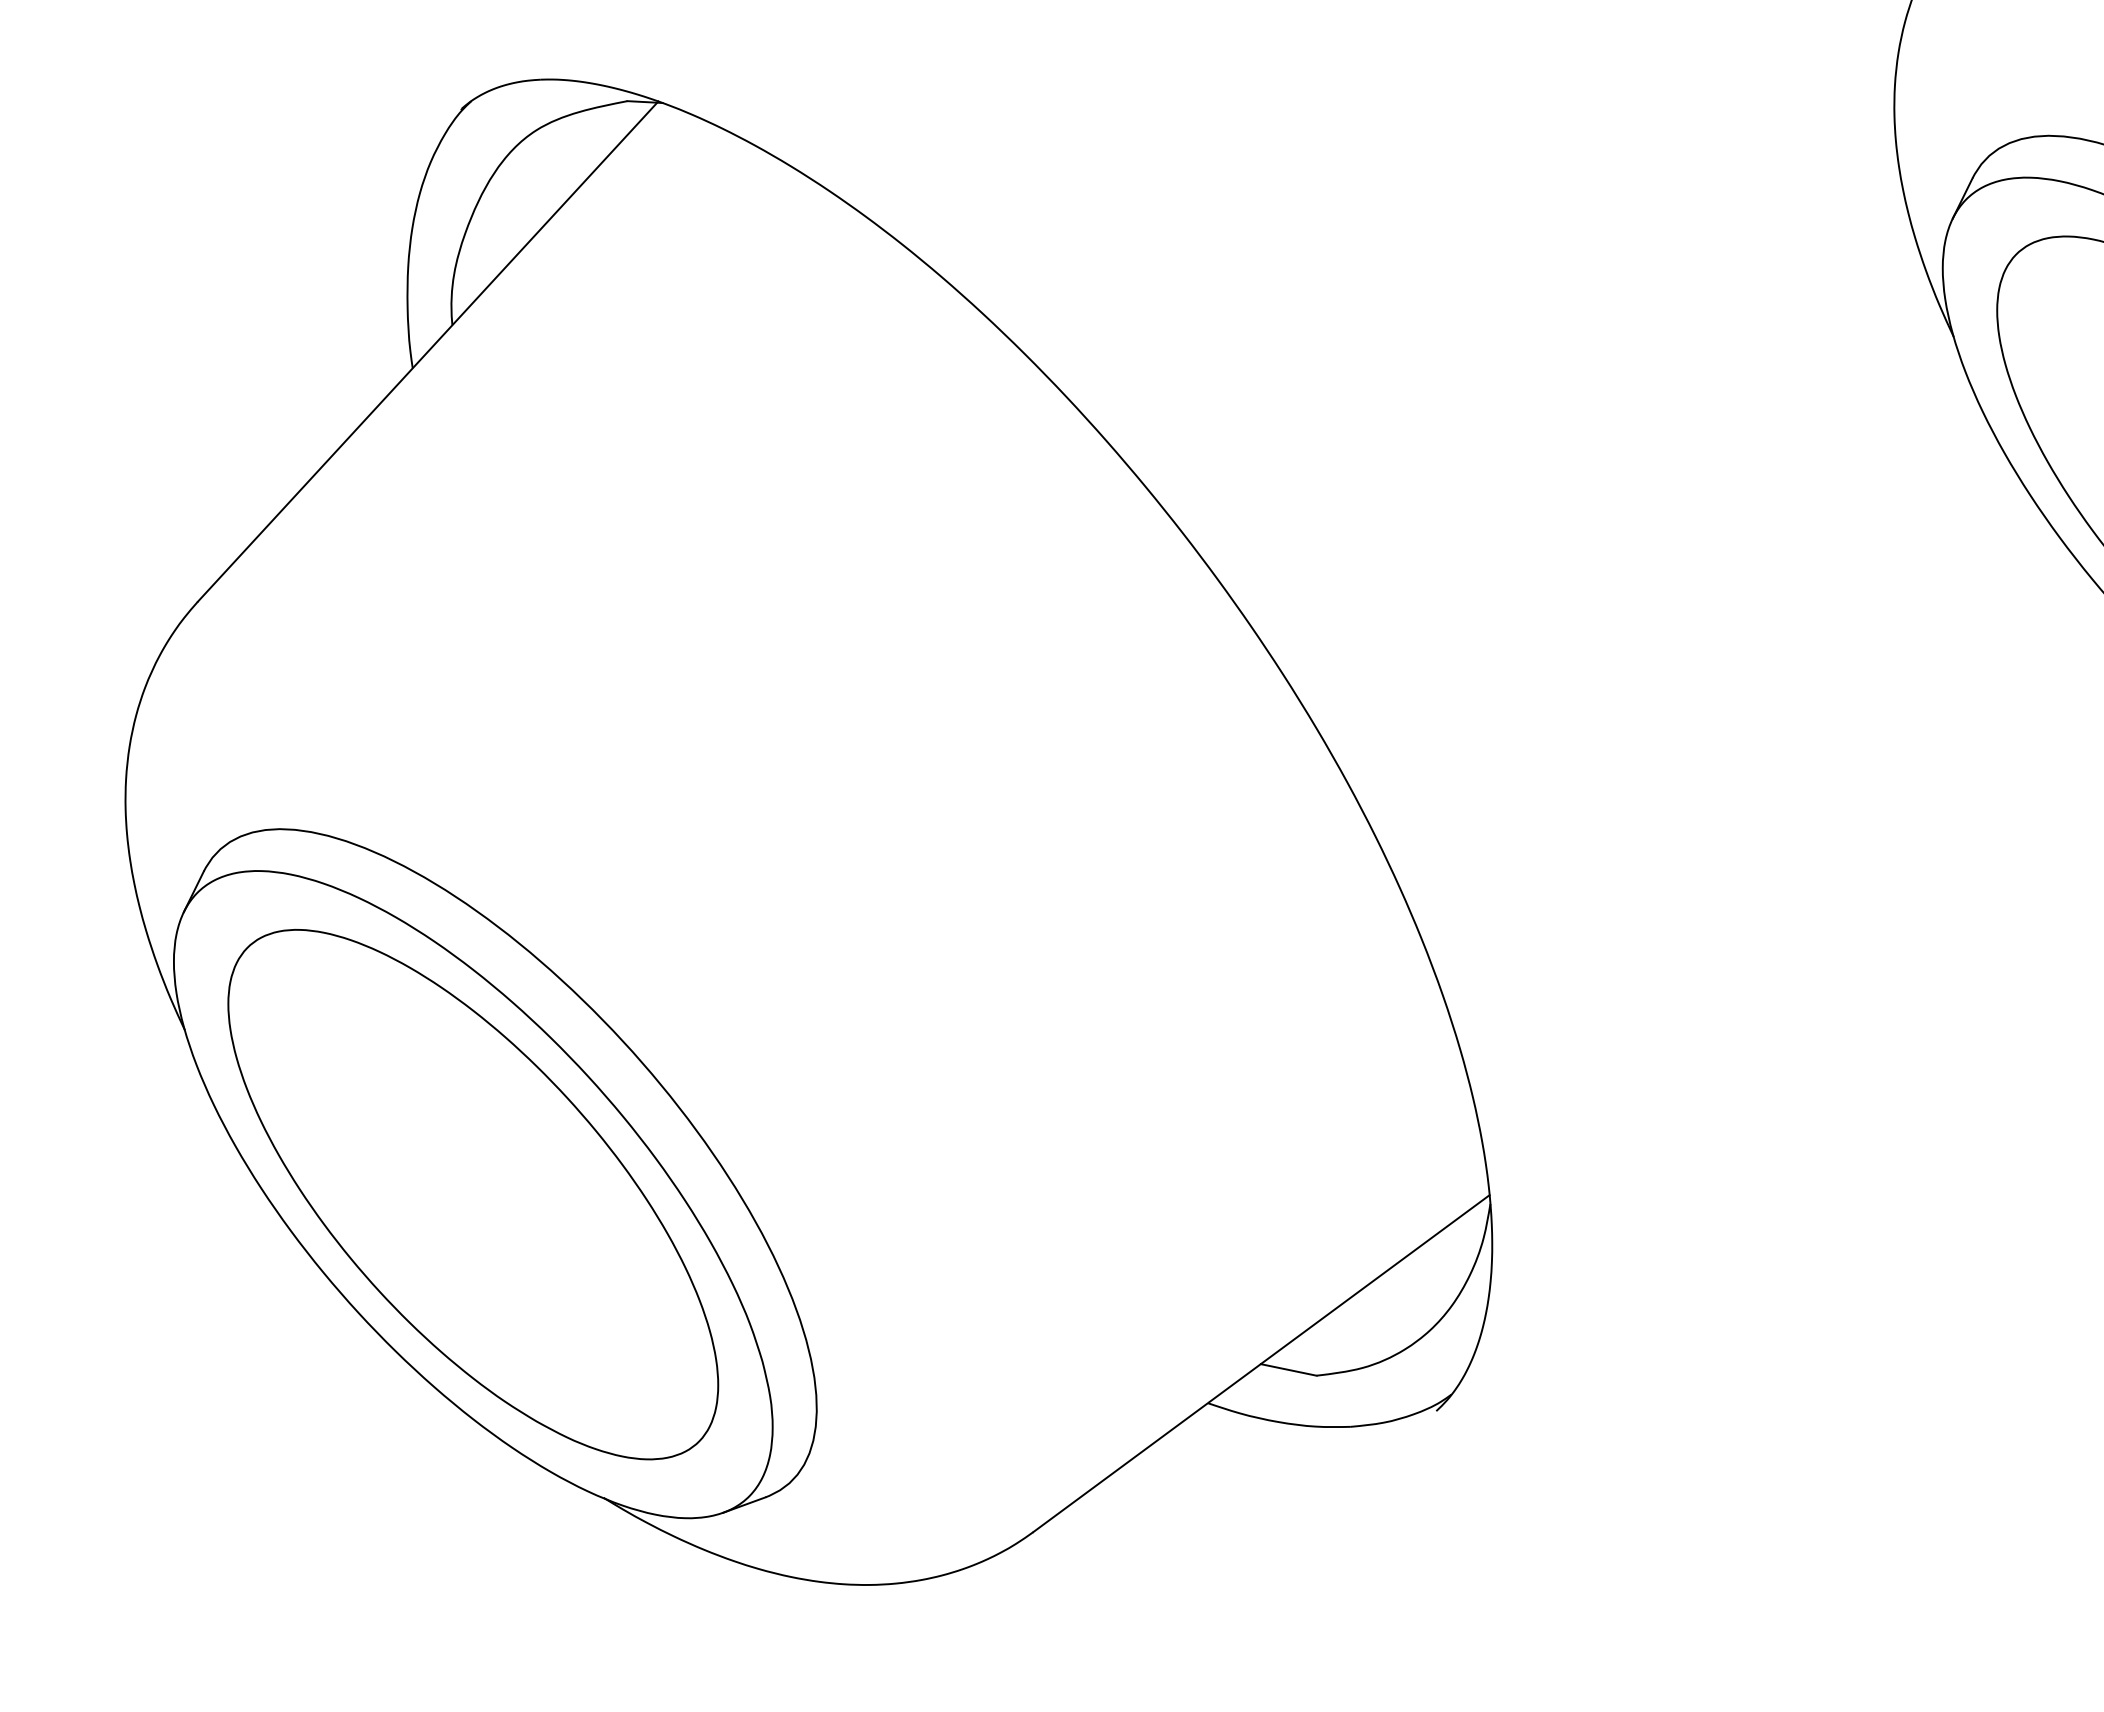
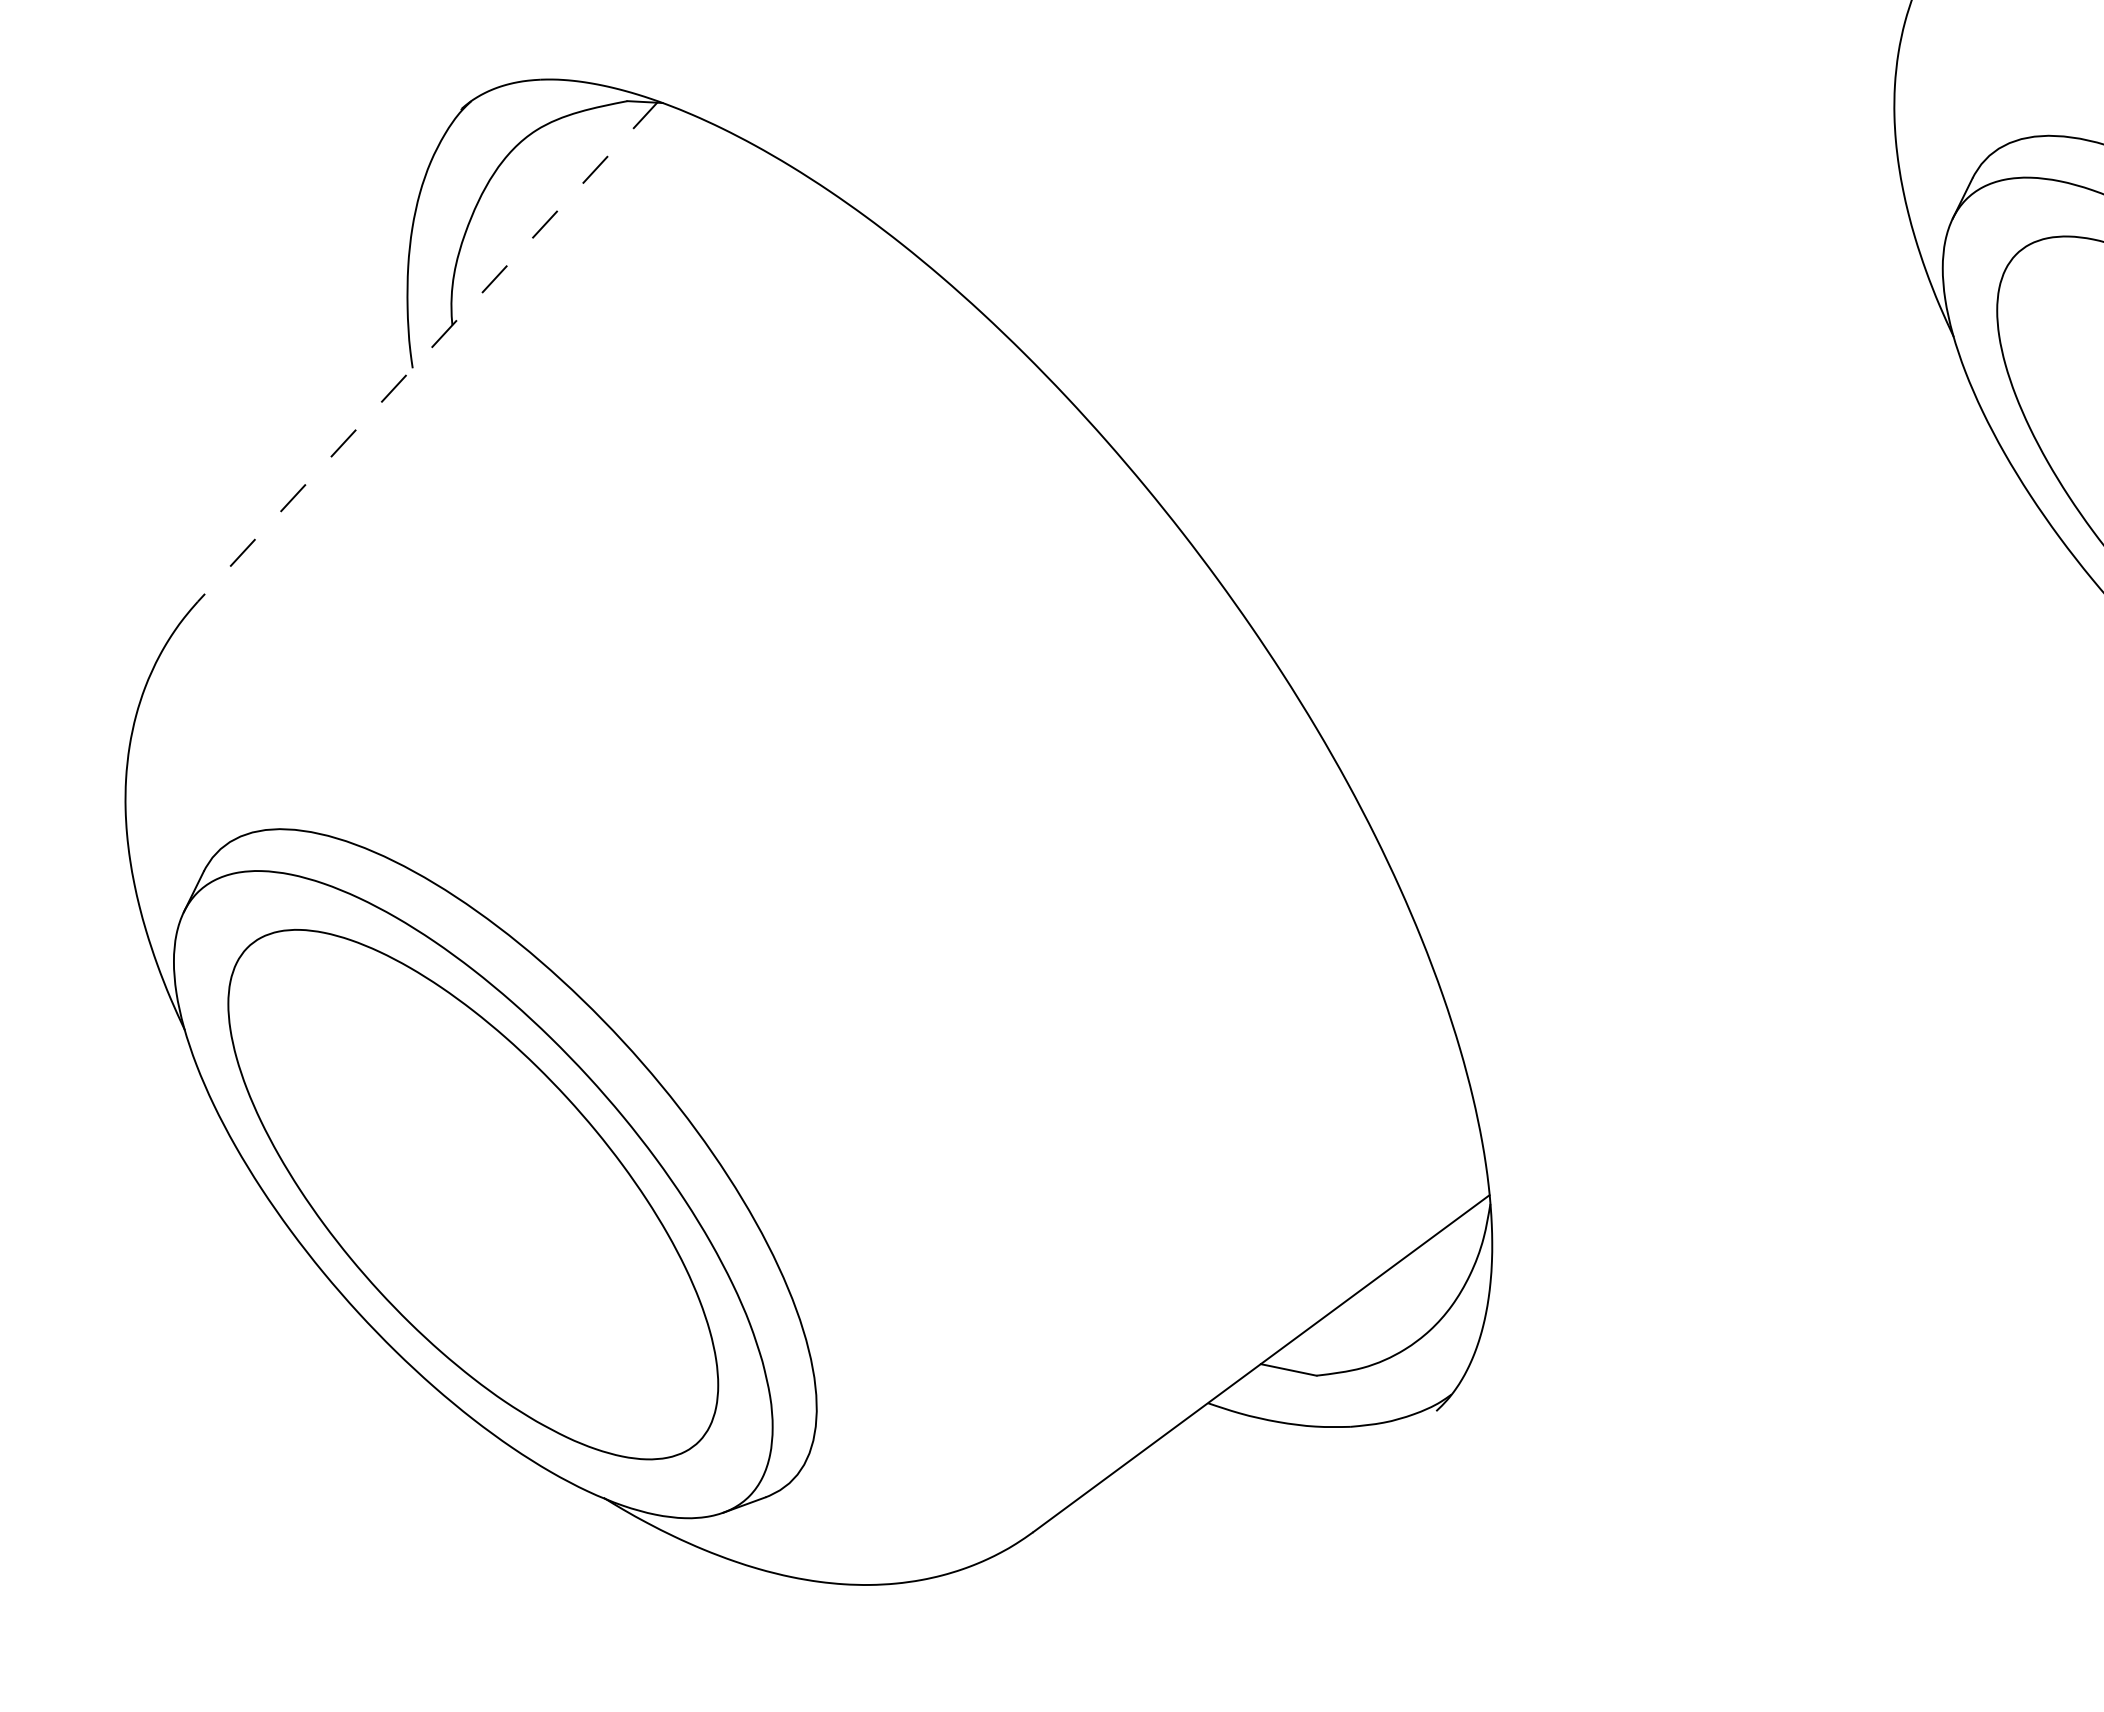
line at (428, 351): solid -> dashed
